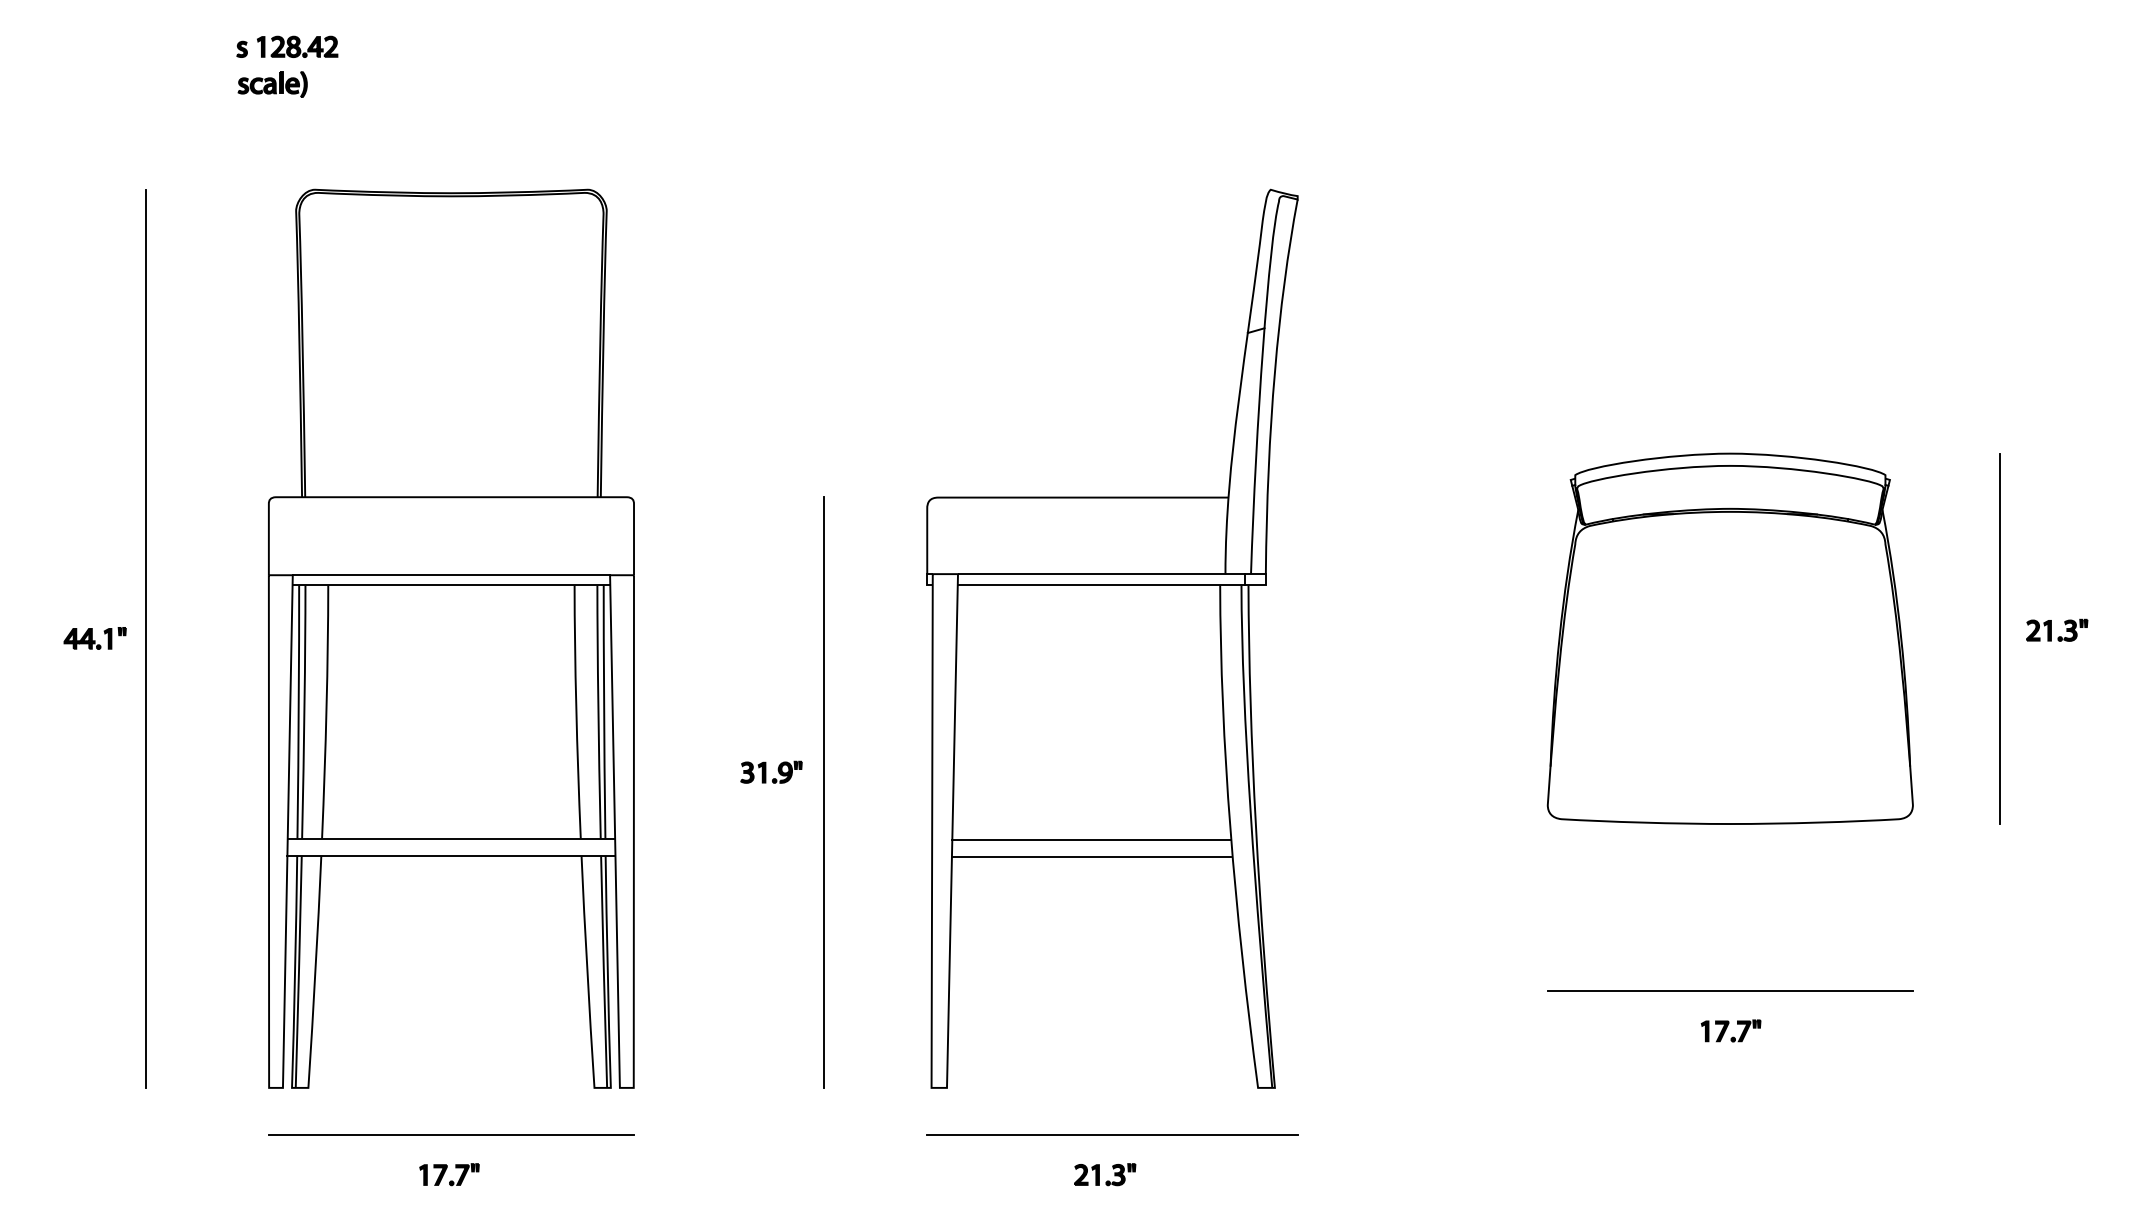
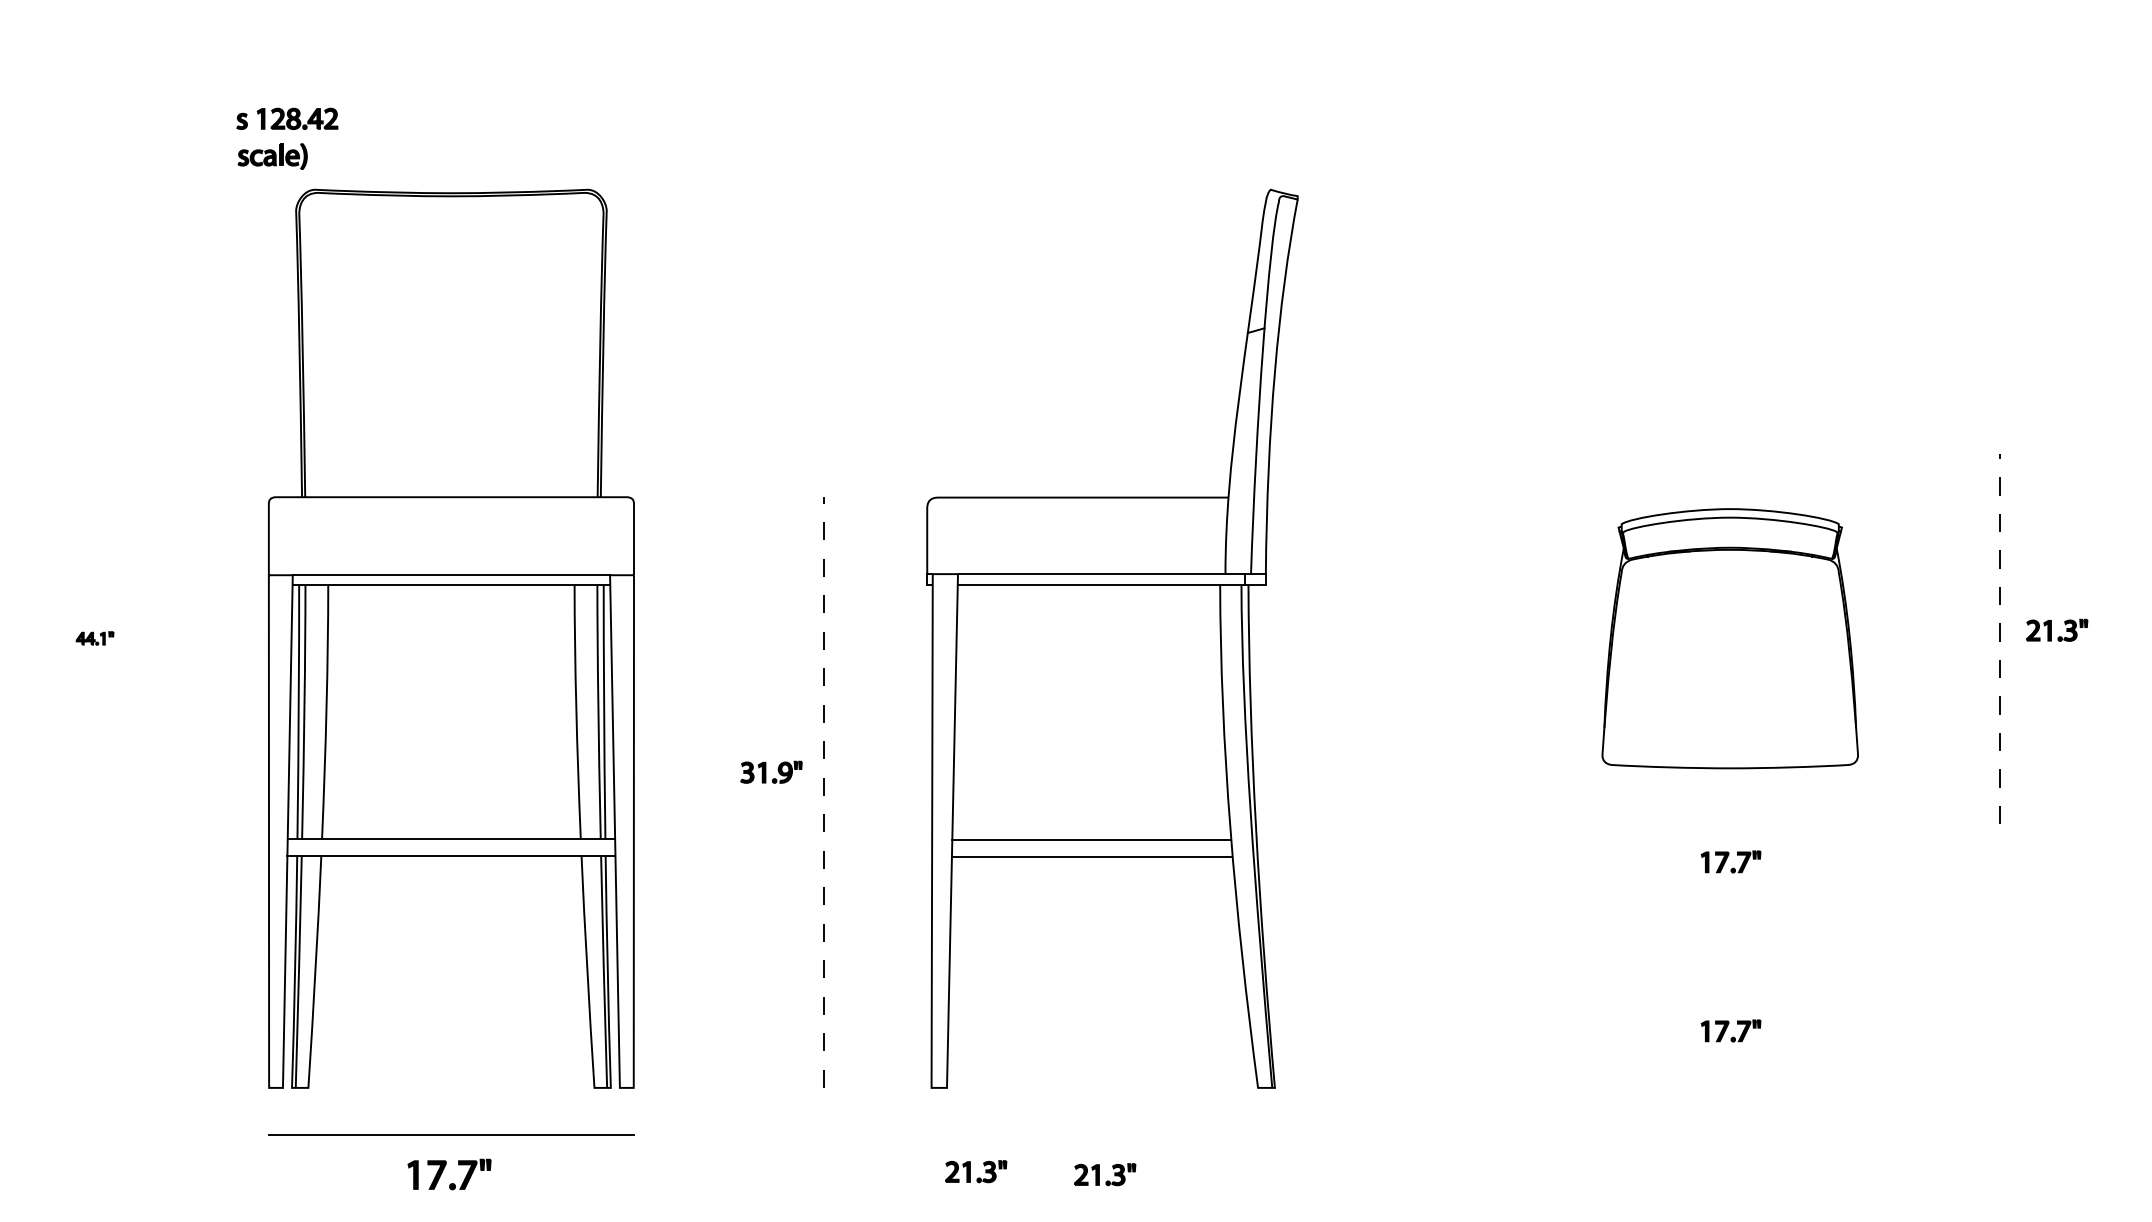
part at (283, 71) position: (283, 71) -> (283, 143)
part at (94, 638) size: 64x23 px -> 40x15 px
line at (146, 638): present -> none
part at (1729, 638) size: 368x373 px -> 258x262 px
line at (1999, 638): solid -> dashed
line at (824, 792): solid -> dashed
part at (1730, 861): none -> present
line at (1729, 990): present -> none
line at (1112, 1134): present -> none
part at (976, 1171): none -> present
part at (449, 1174) size: 61x24 px -> 85x33 px
